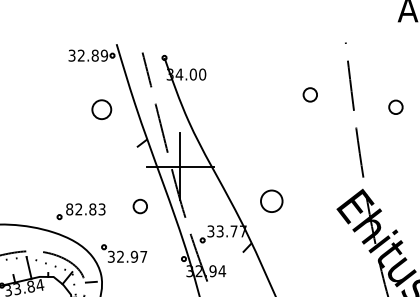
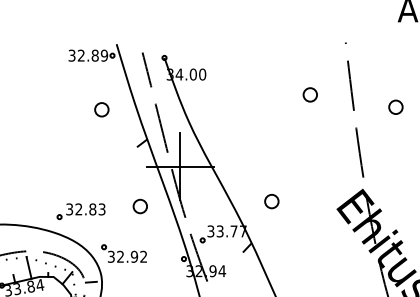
circle at (101, 109) size: 22x21 px -> 16x16 px
circle at (271, 200) size: 24x24 px -> 16x16 px
text at (69, 209): 82.83 -> 32.83
text at (143, 256): 32.97 -> 32.92
